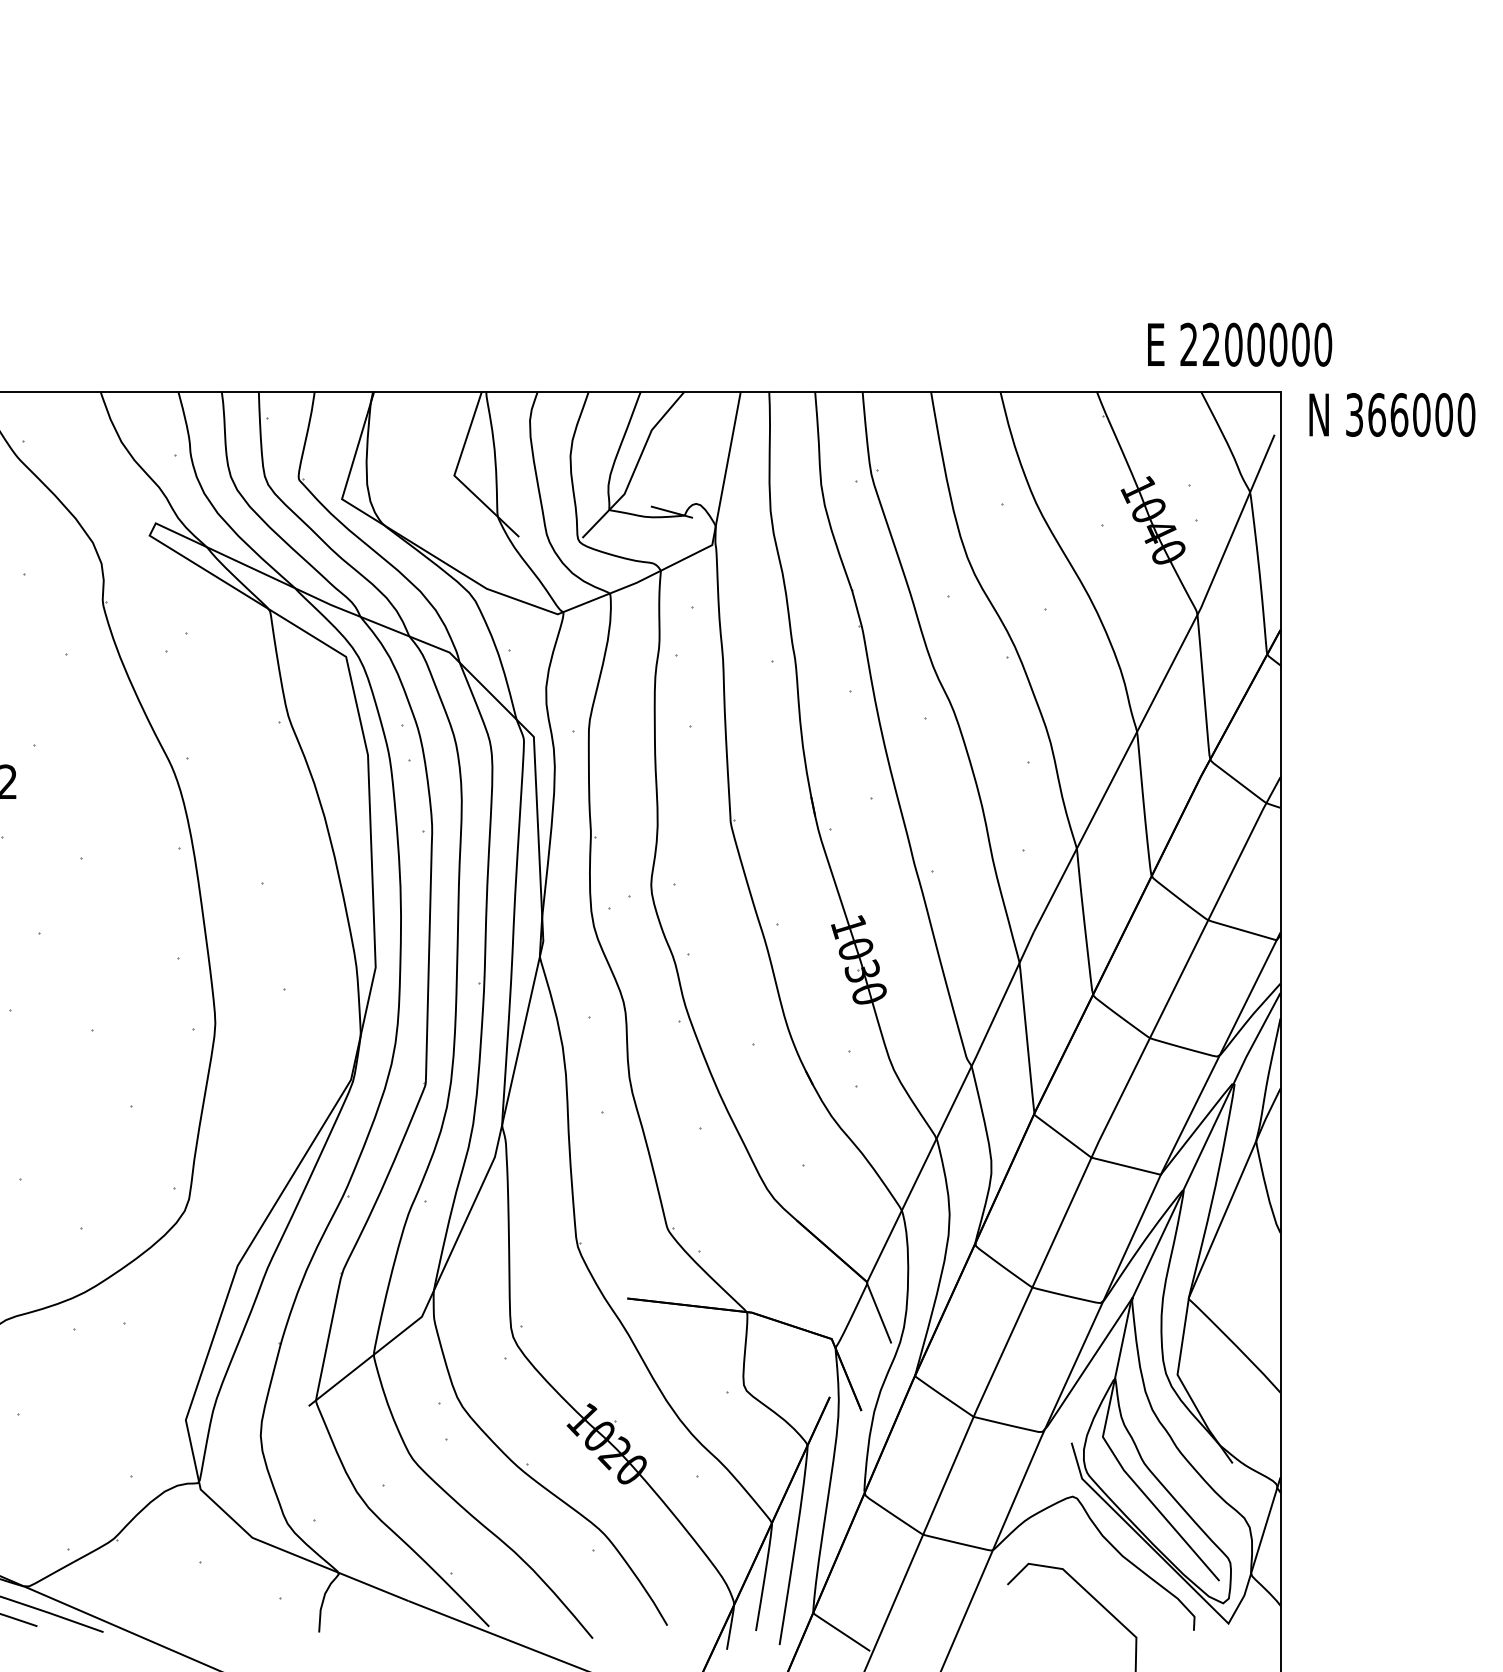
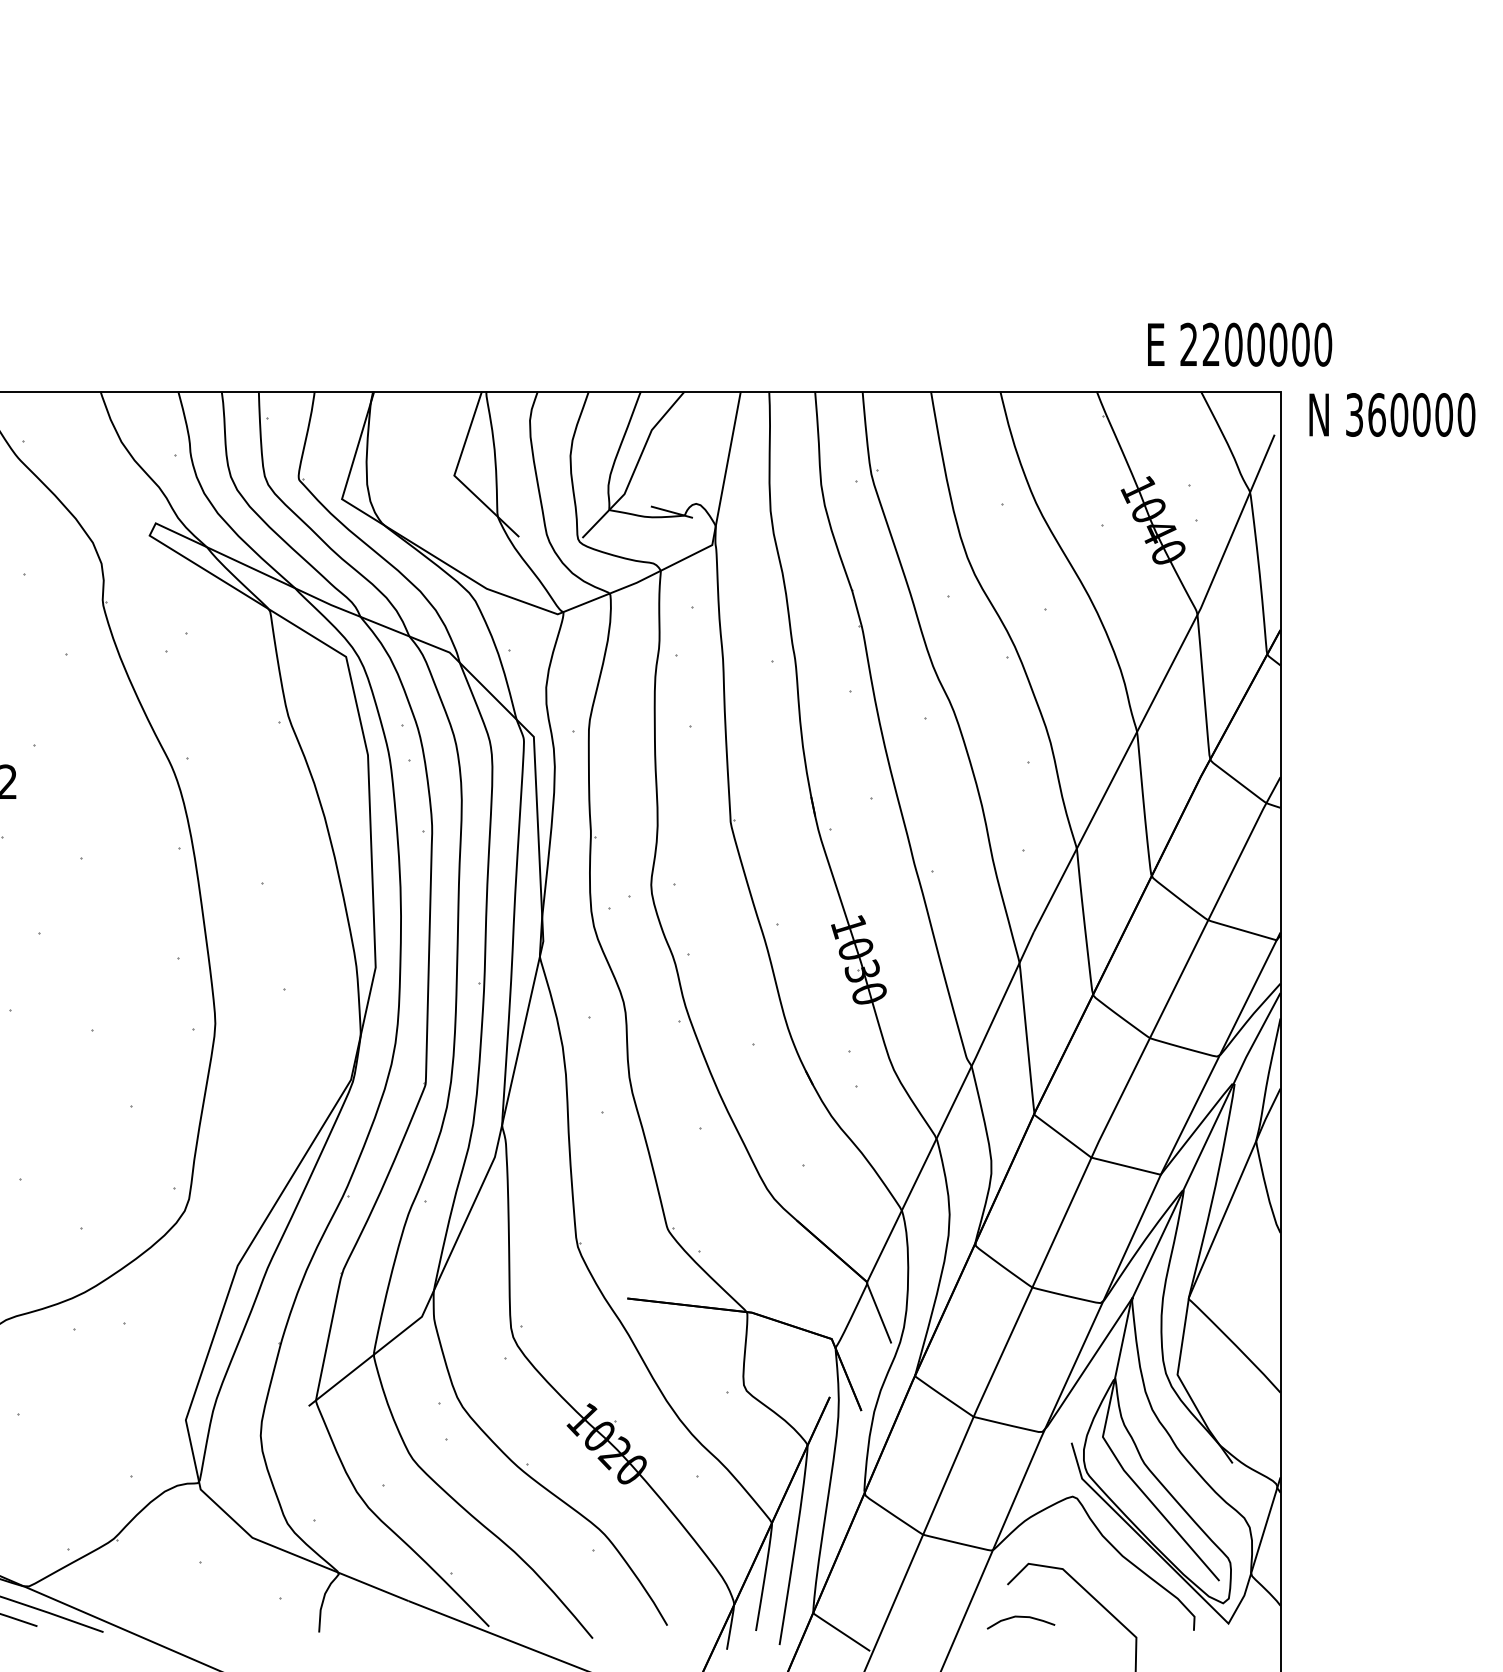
text at (1399, 414): 366000 -> 360000
curve at (1020, 1617): none -> present
